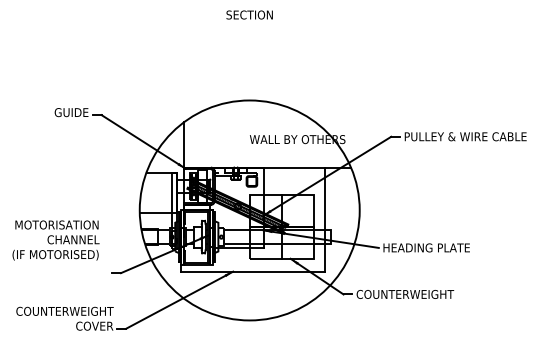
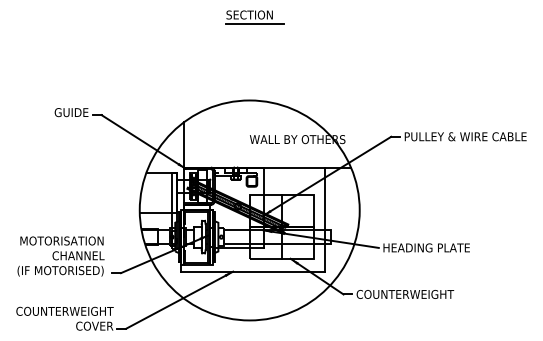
line at (254, 24): none -> present
text at (55, 240) position: (55, 240) -> (60, 256)
